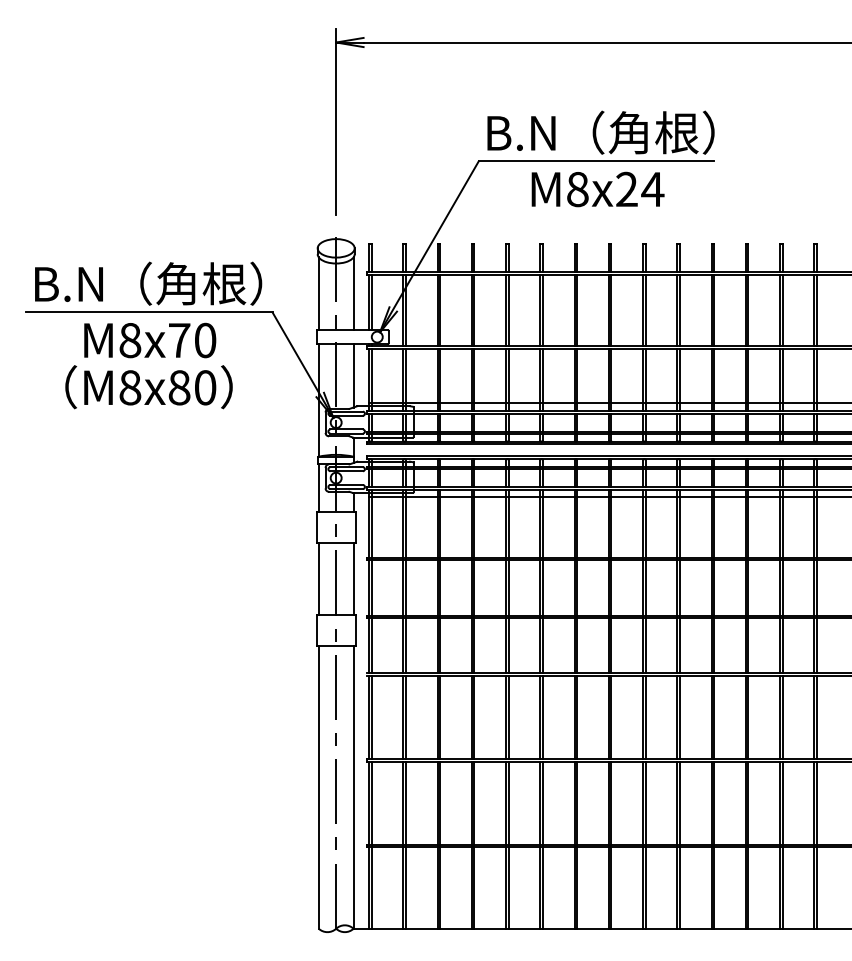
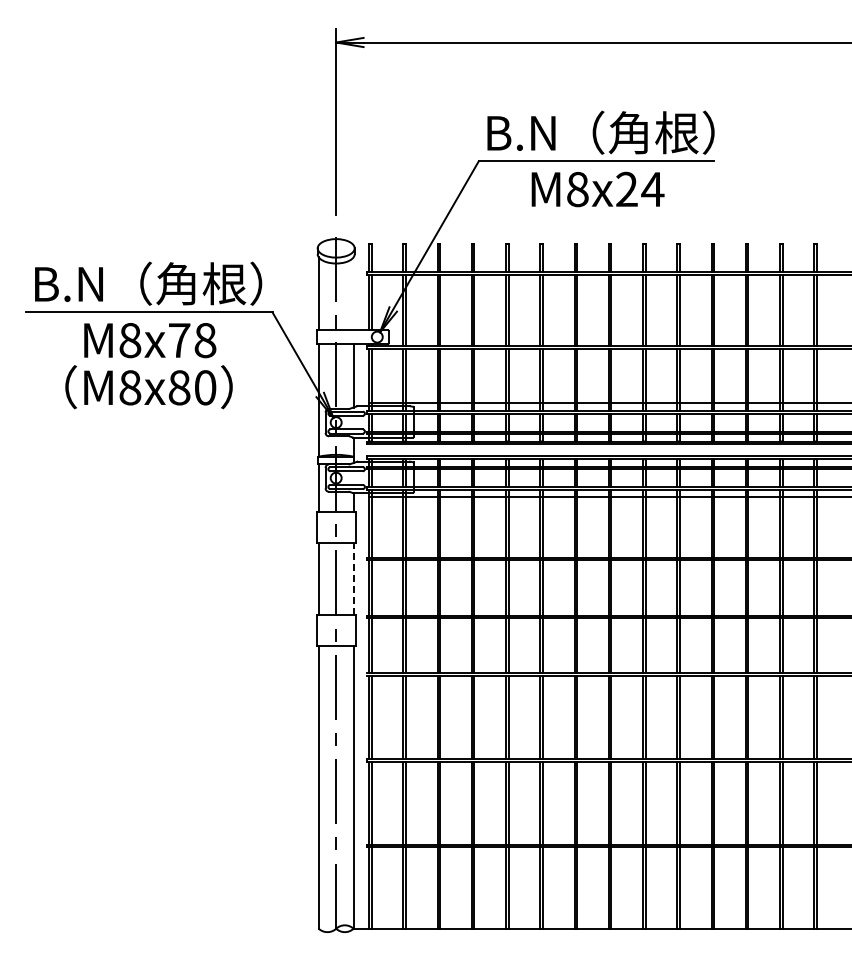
line at (353, 293): present -> none
text at (205, 340): M8x70 -> M8x78
line at (353, 578): solid -> dashed
